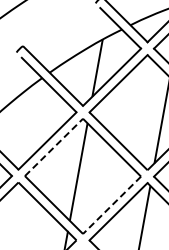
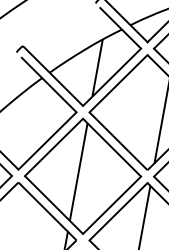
line at (54, 147): dashed -> solid
line at (112, 205): dashed -> solid
